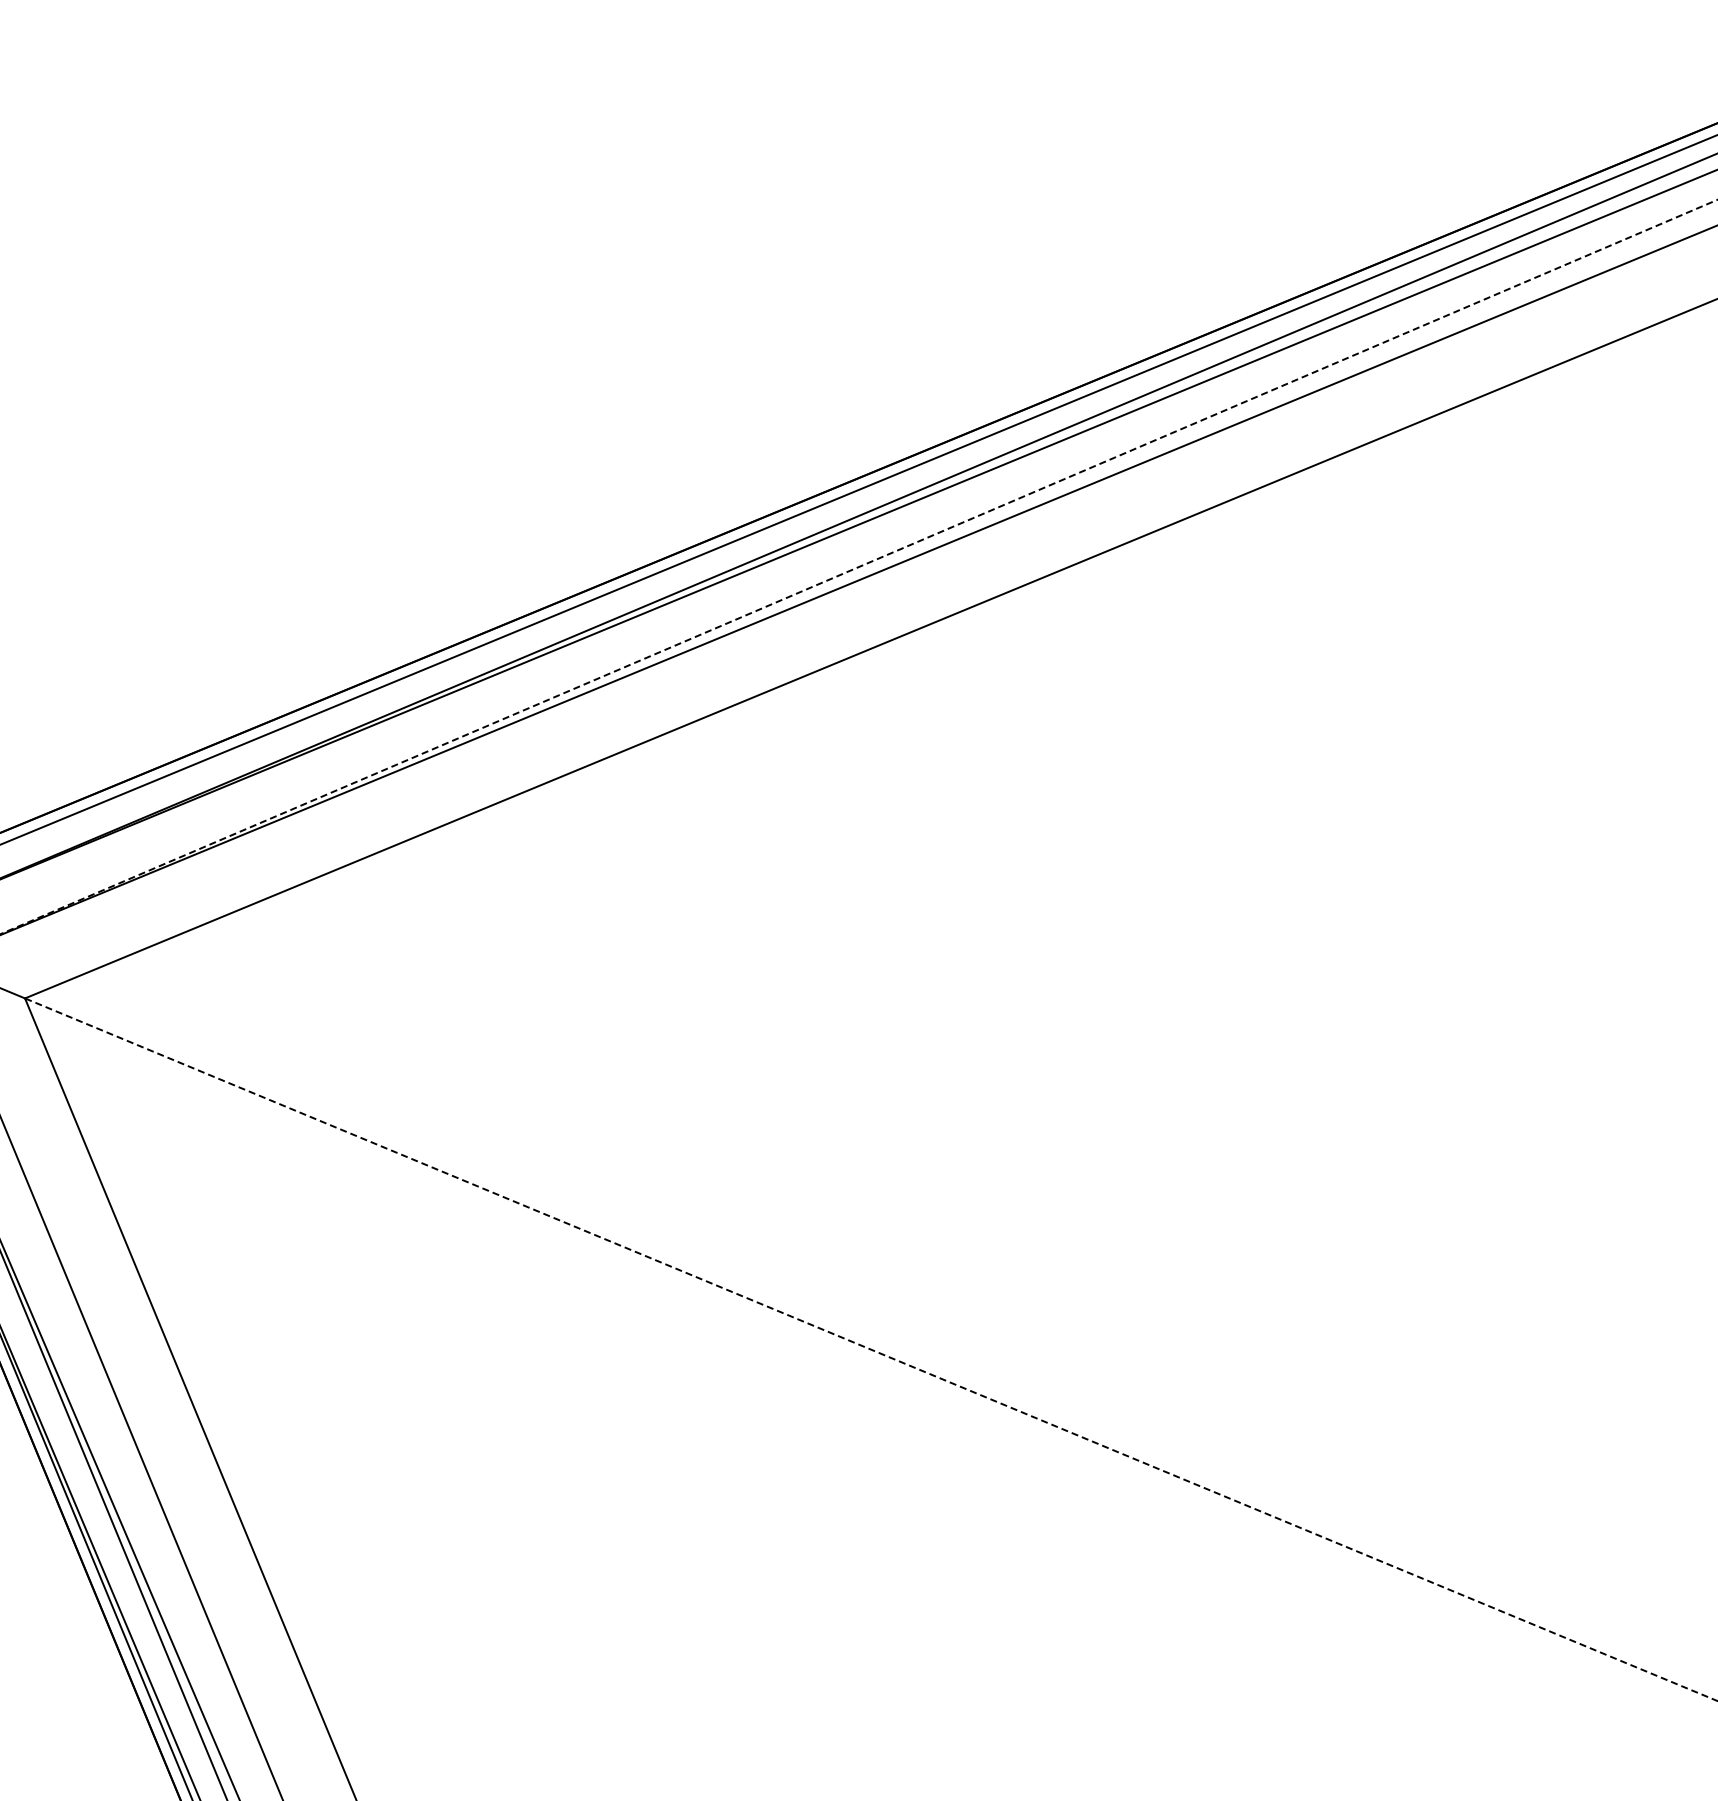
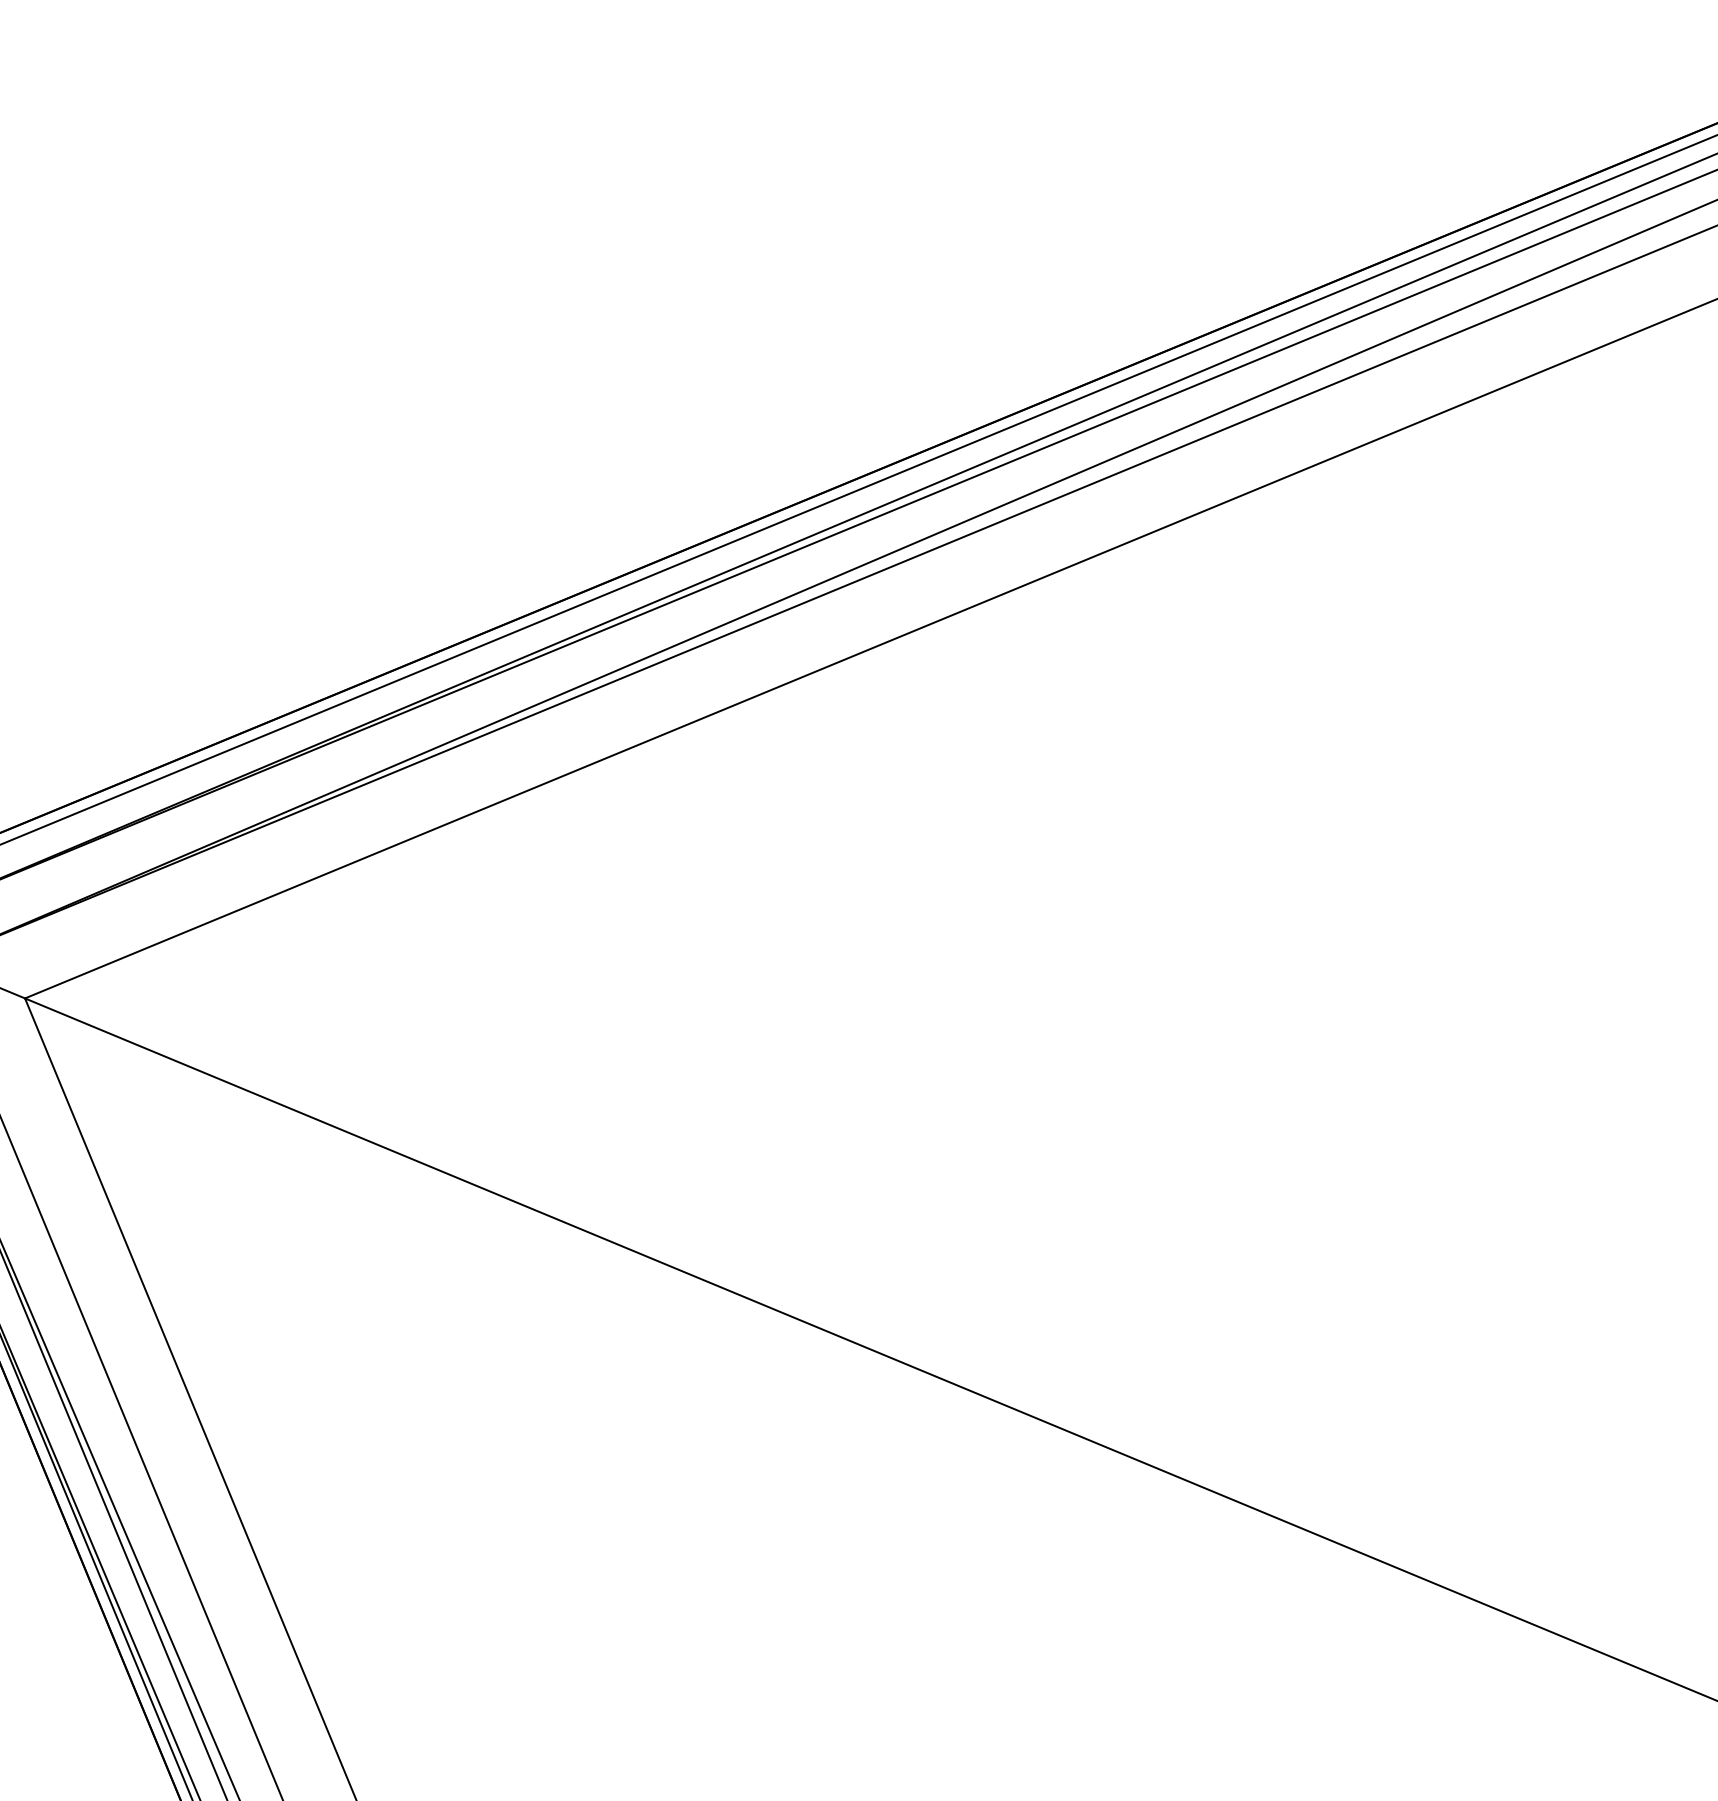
line at (859, 566): dashed -> solid
line at (870, 1349): dashed -> solid
